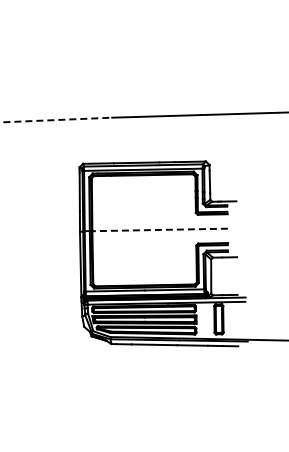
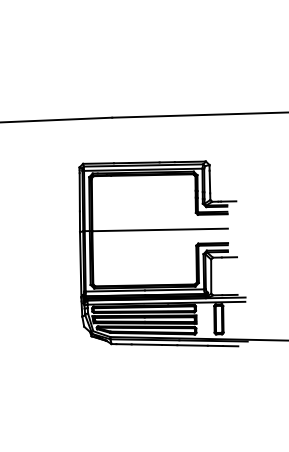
line at (56, 120): dashed -> solid
line at (160, 229): dashed -> solid
